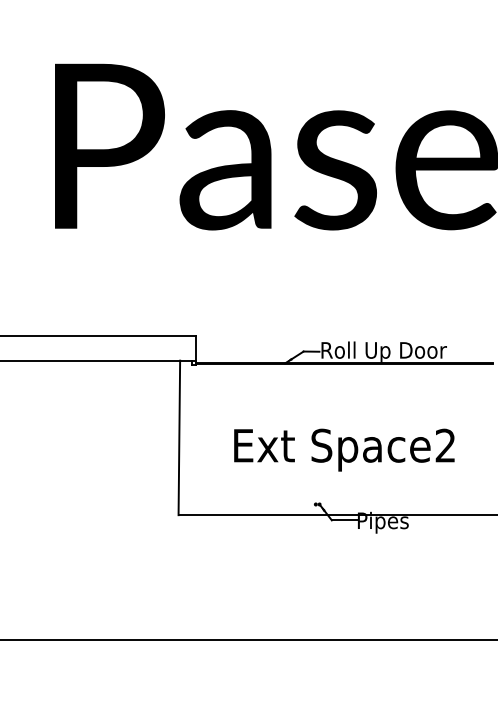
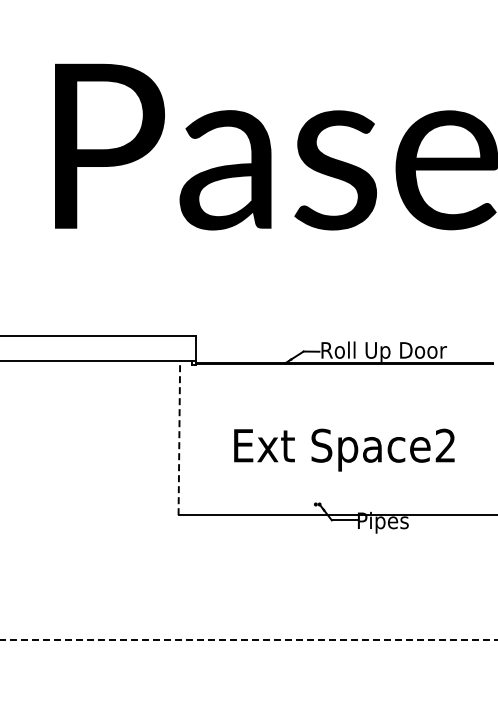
line at (179, 437): solid -> dashed
line at (248, 640): solid -> dashed
